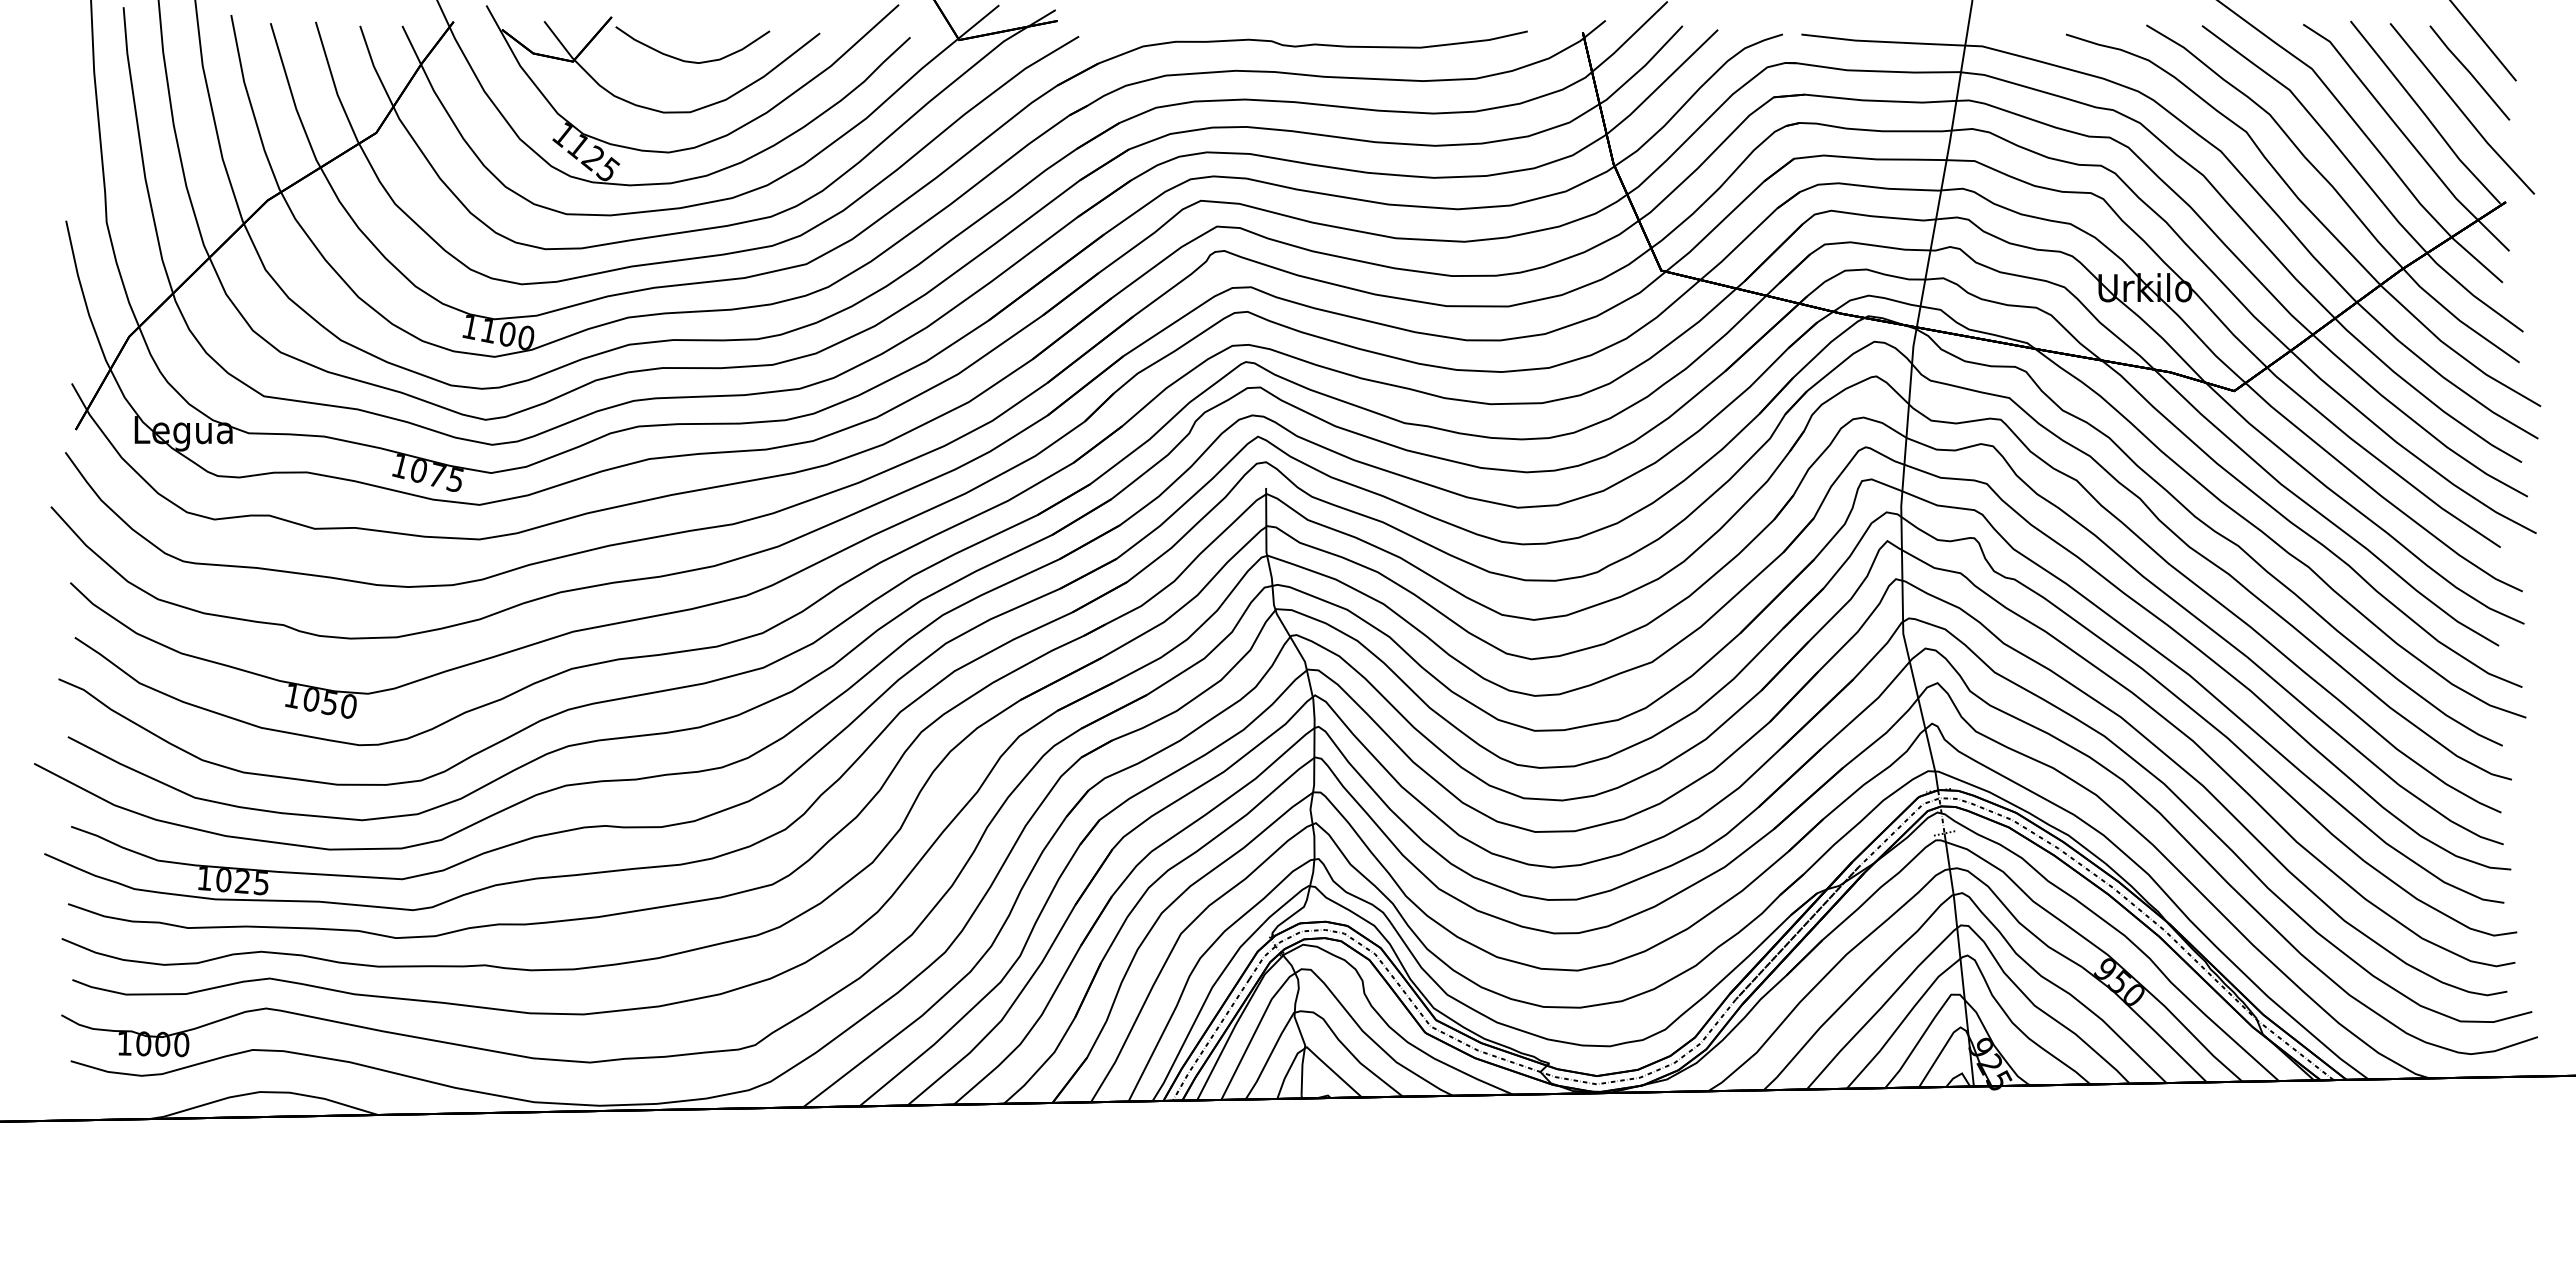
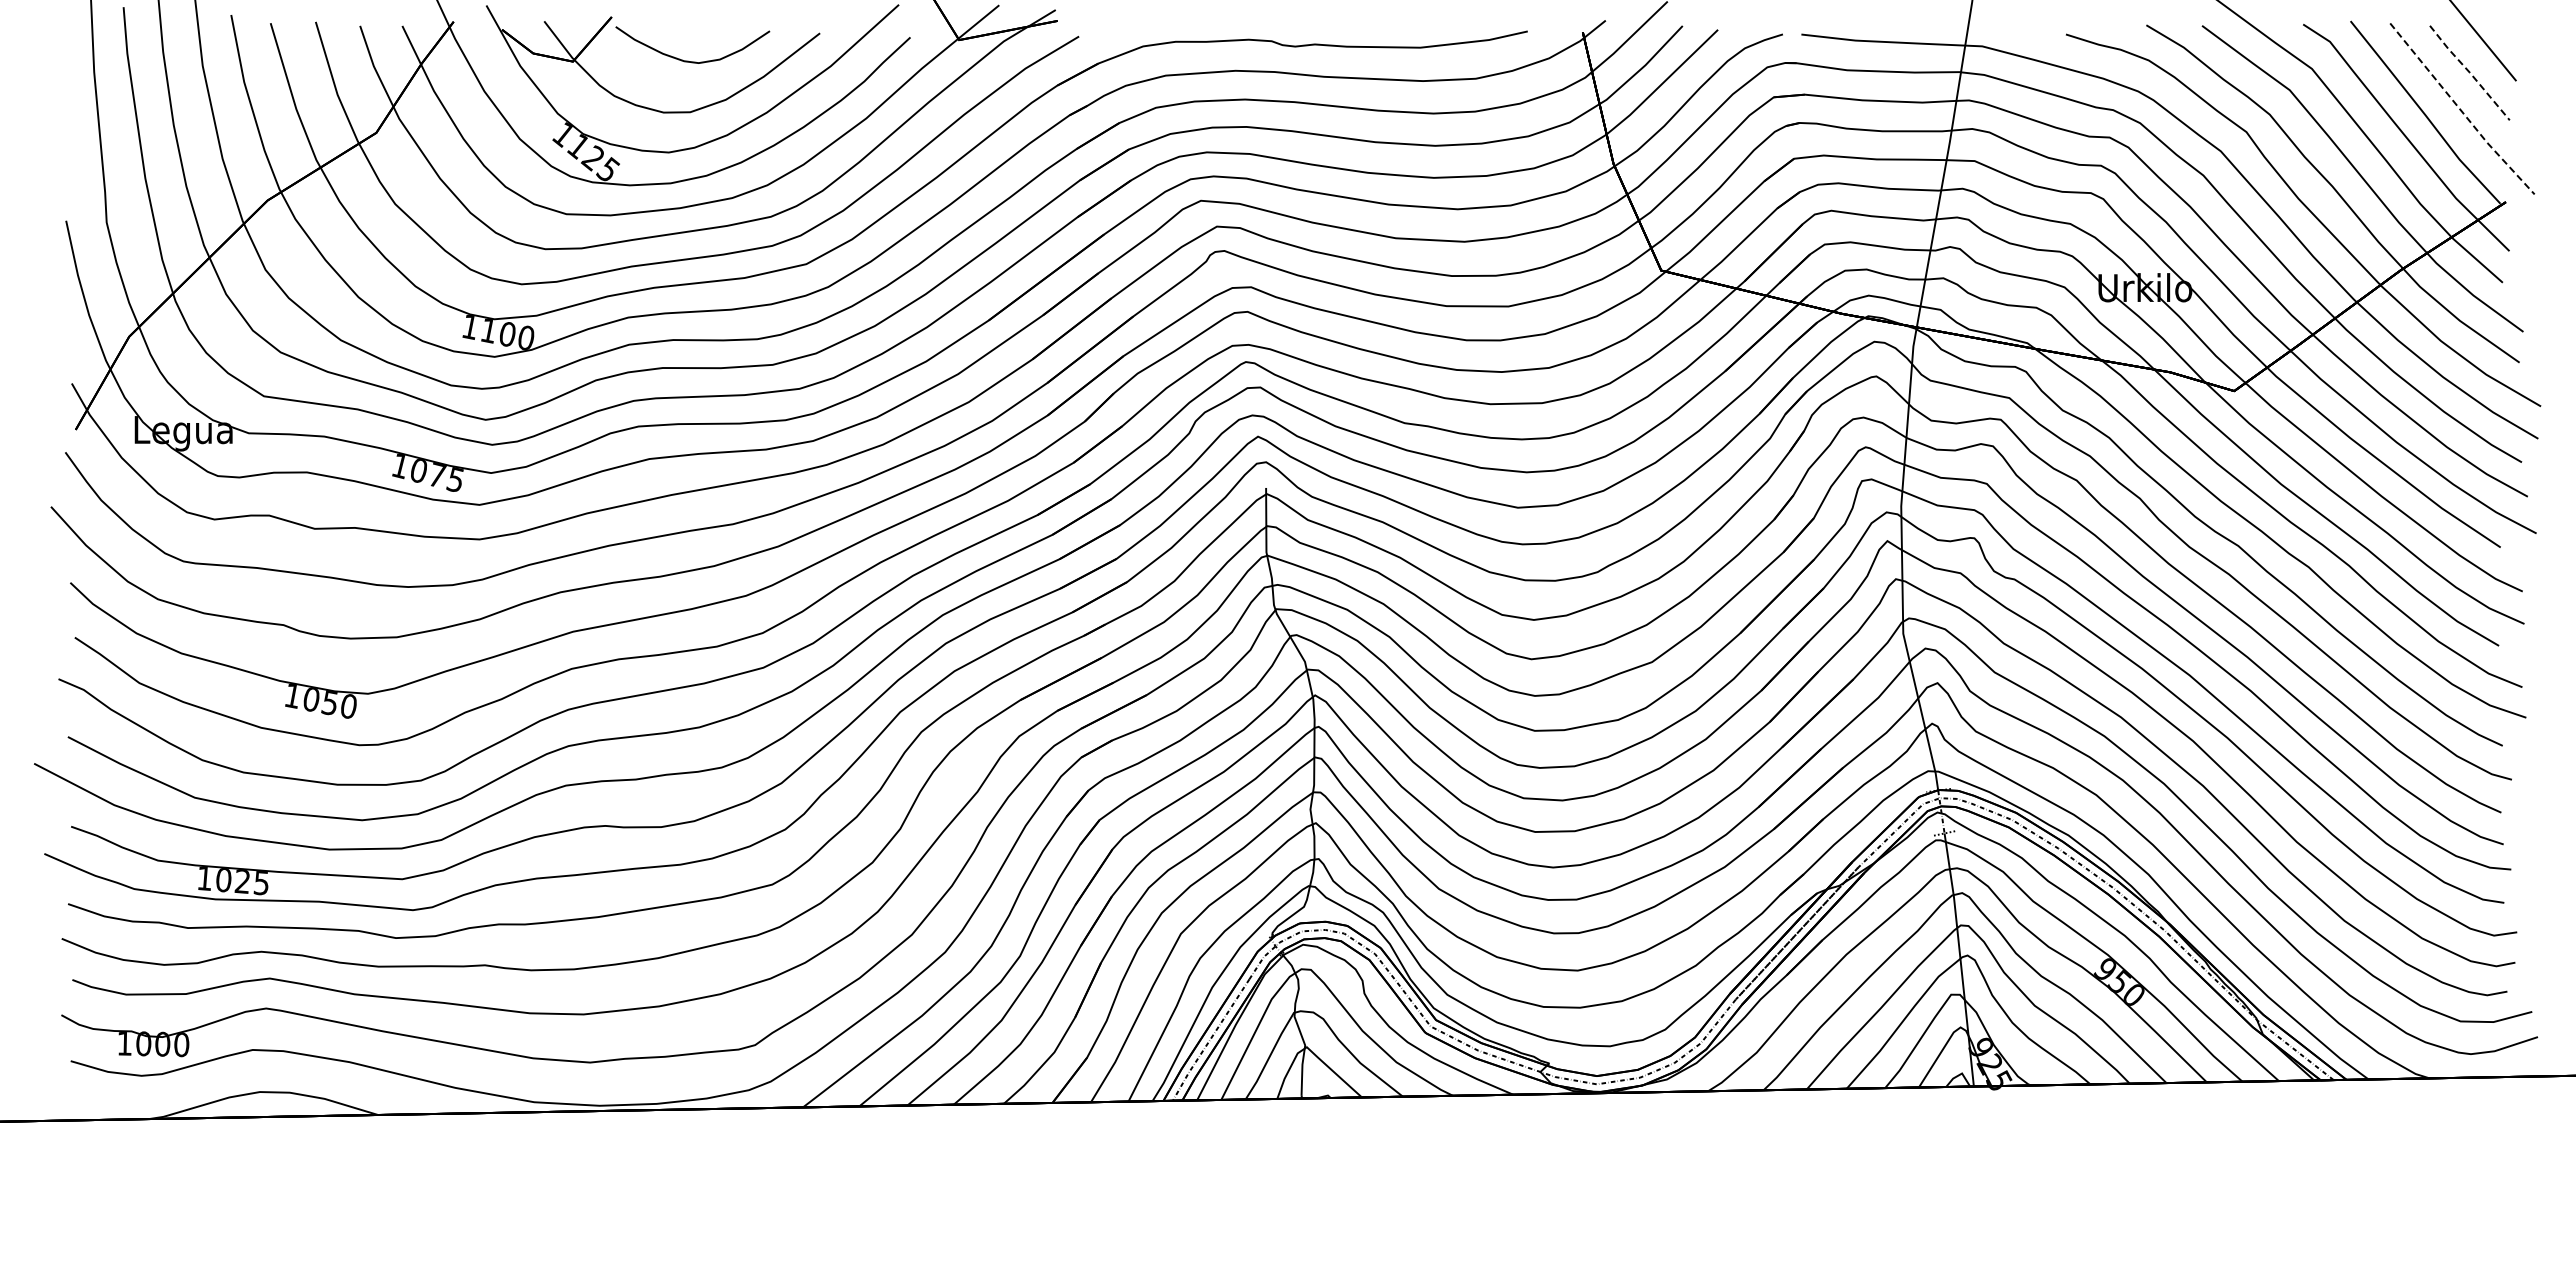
line at (2469, 72): solid -> dashed
line at (2461, 110): solid -> dashed
